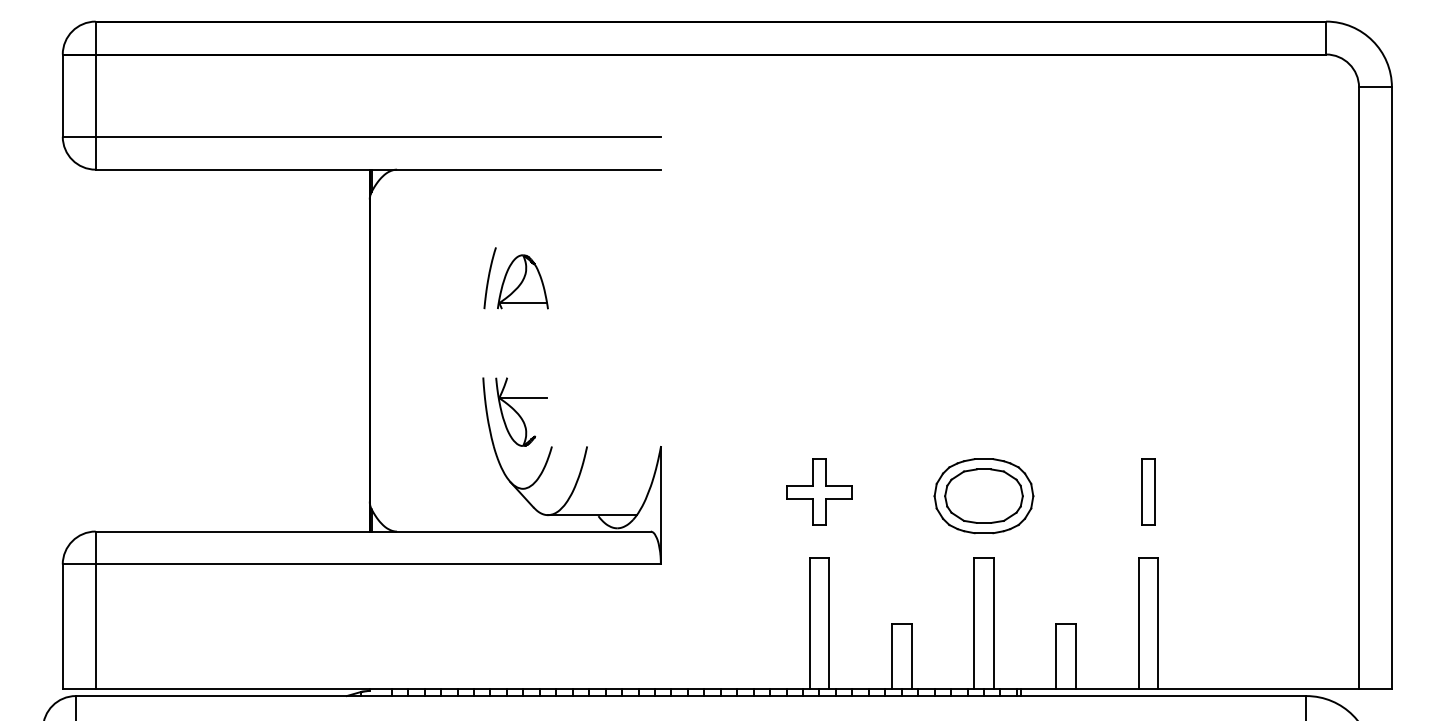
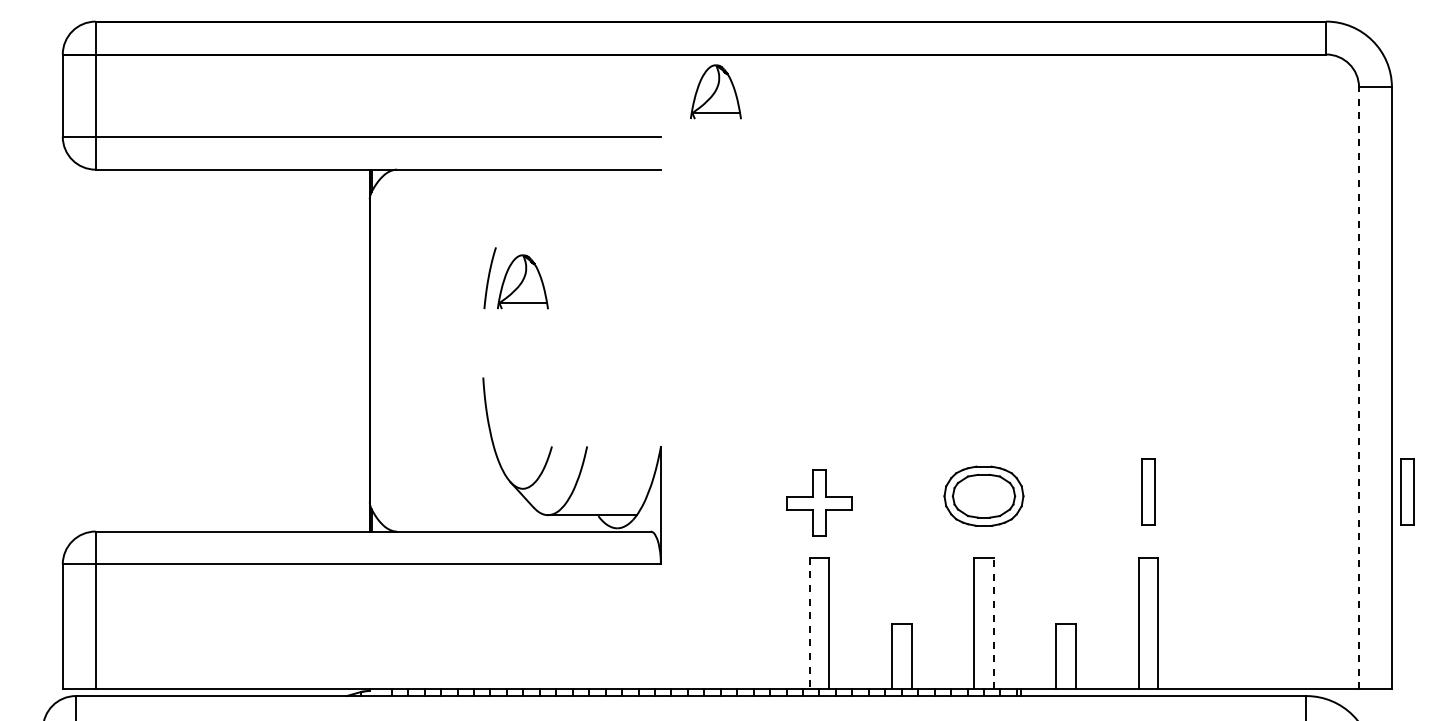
part at (715, 91): none -> present
line at (1359, 387): solid -> dashed
part at (521, 411): present -> none
part at (819, 491) position: (819, 491) -> (819, 502)
part at (1407, 491): none -> present
part at (983, 496) size: 102x77 px -> 82x62 px
line at (809, 623): solid -> dashed
line at (993, 623): solid -> dashed
